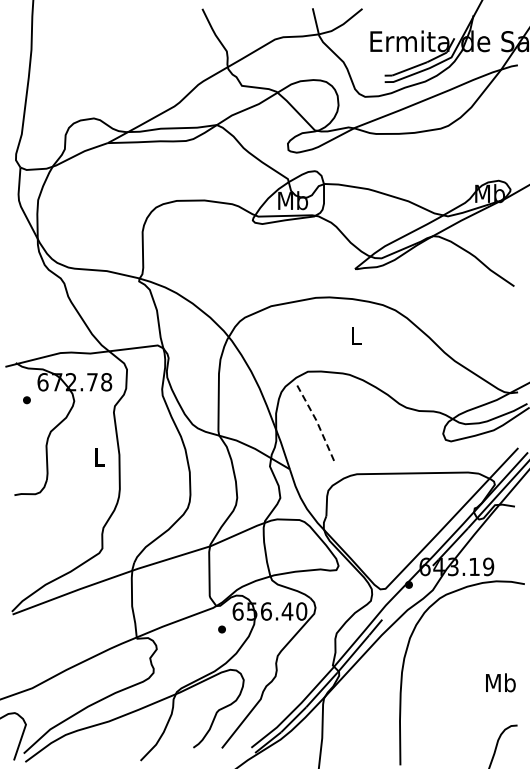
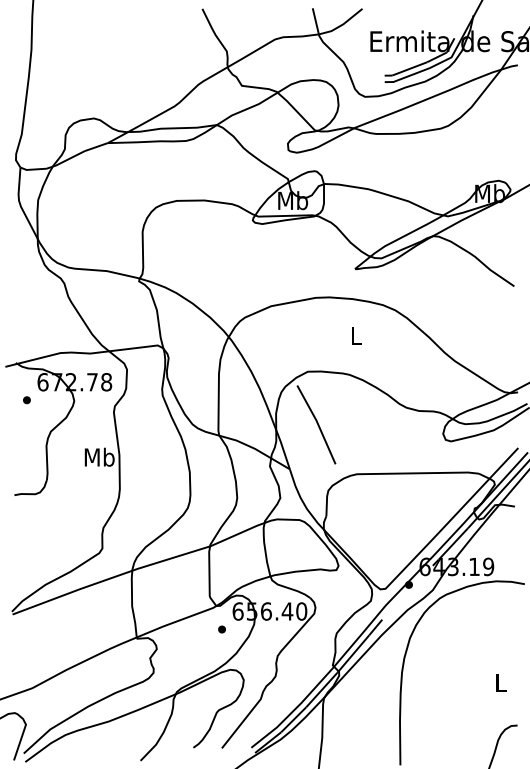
line at (317, 424): dashed -> solid
text at (99, 456): L -> Mb
text at (500, 682): Mb -> L
